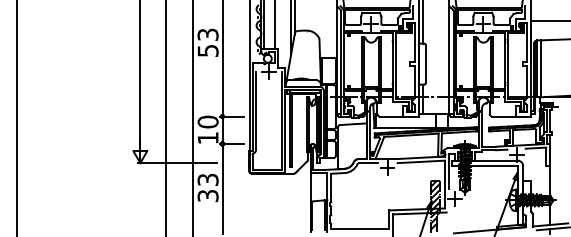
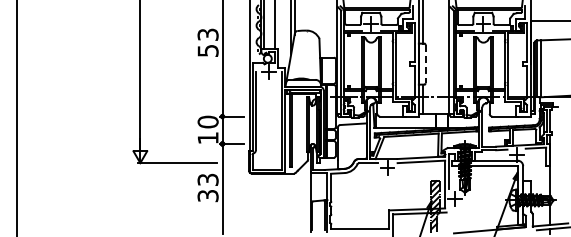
line at (425, 64): solid -> dashed
line at (165, 117): present -> none
line at (193, 117): present -> none
